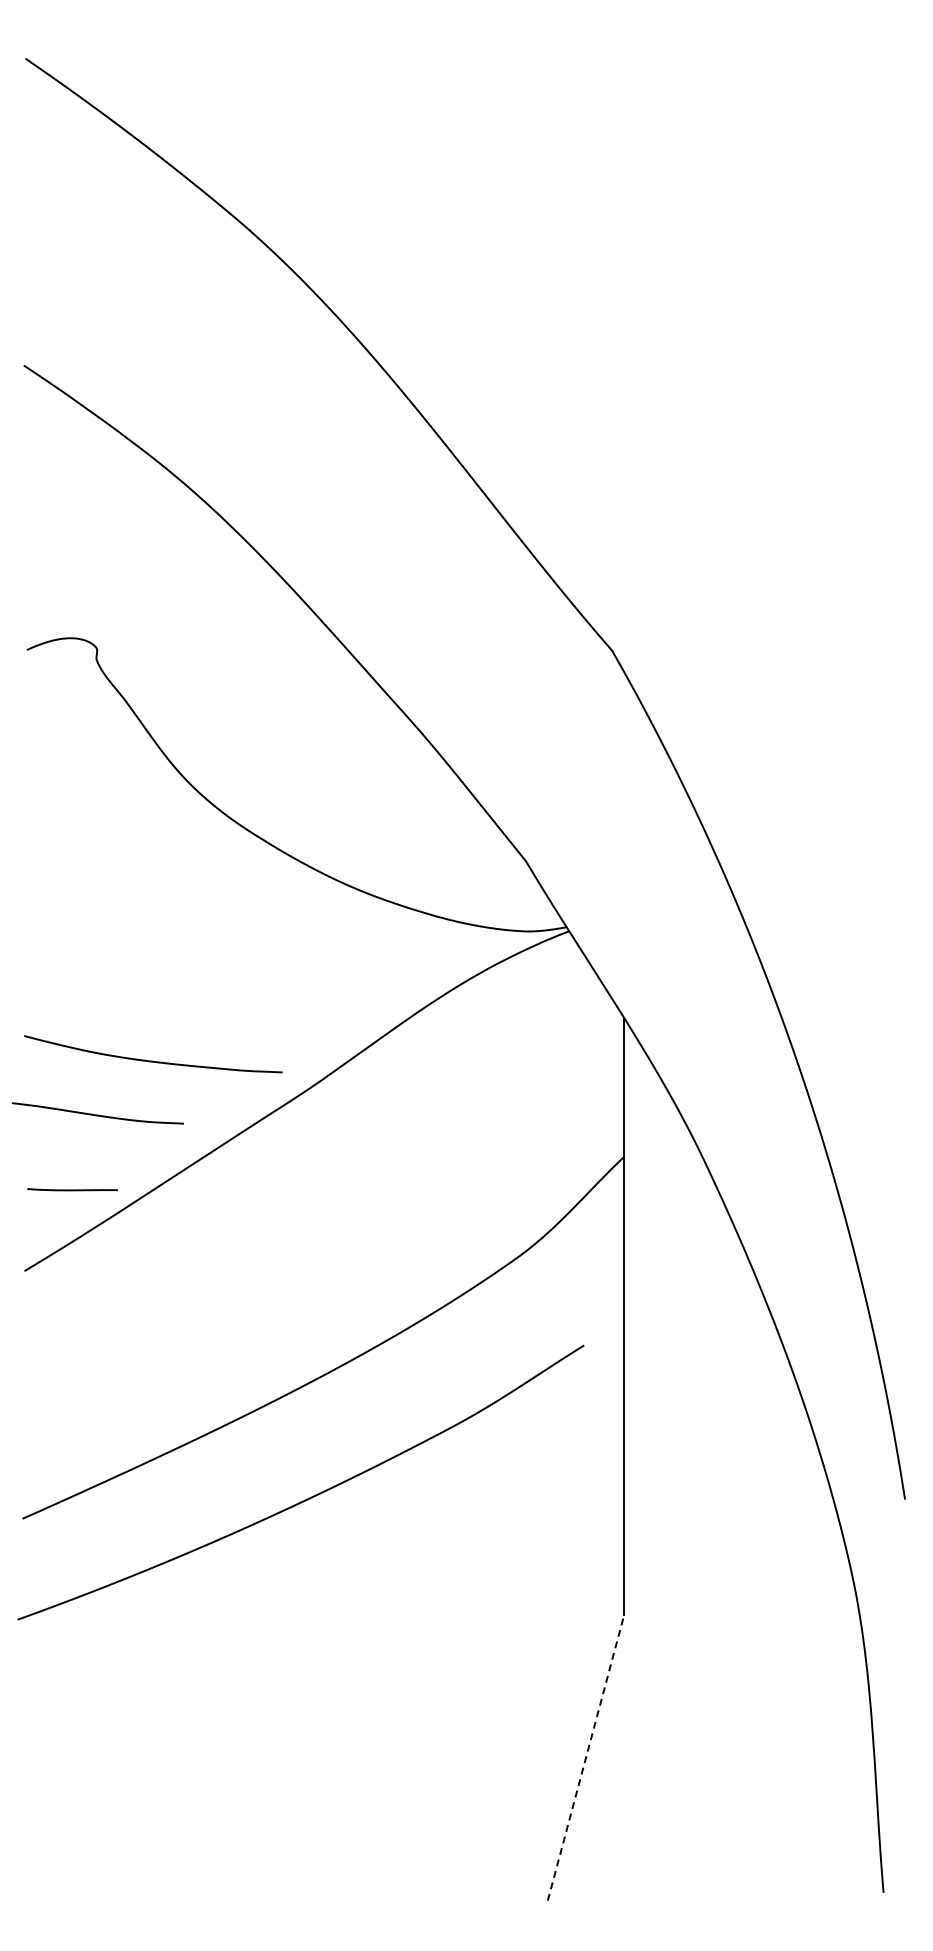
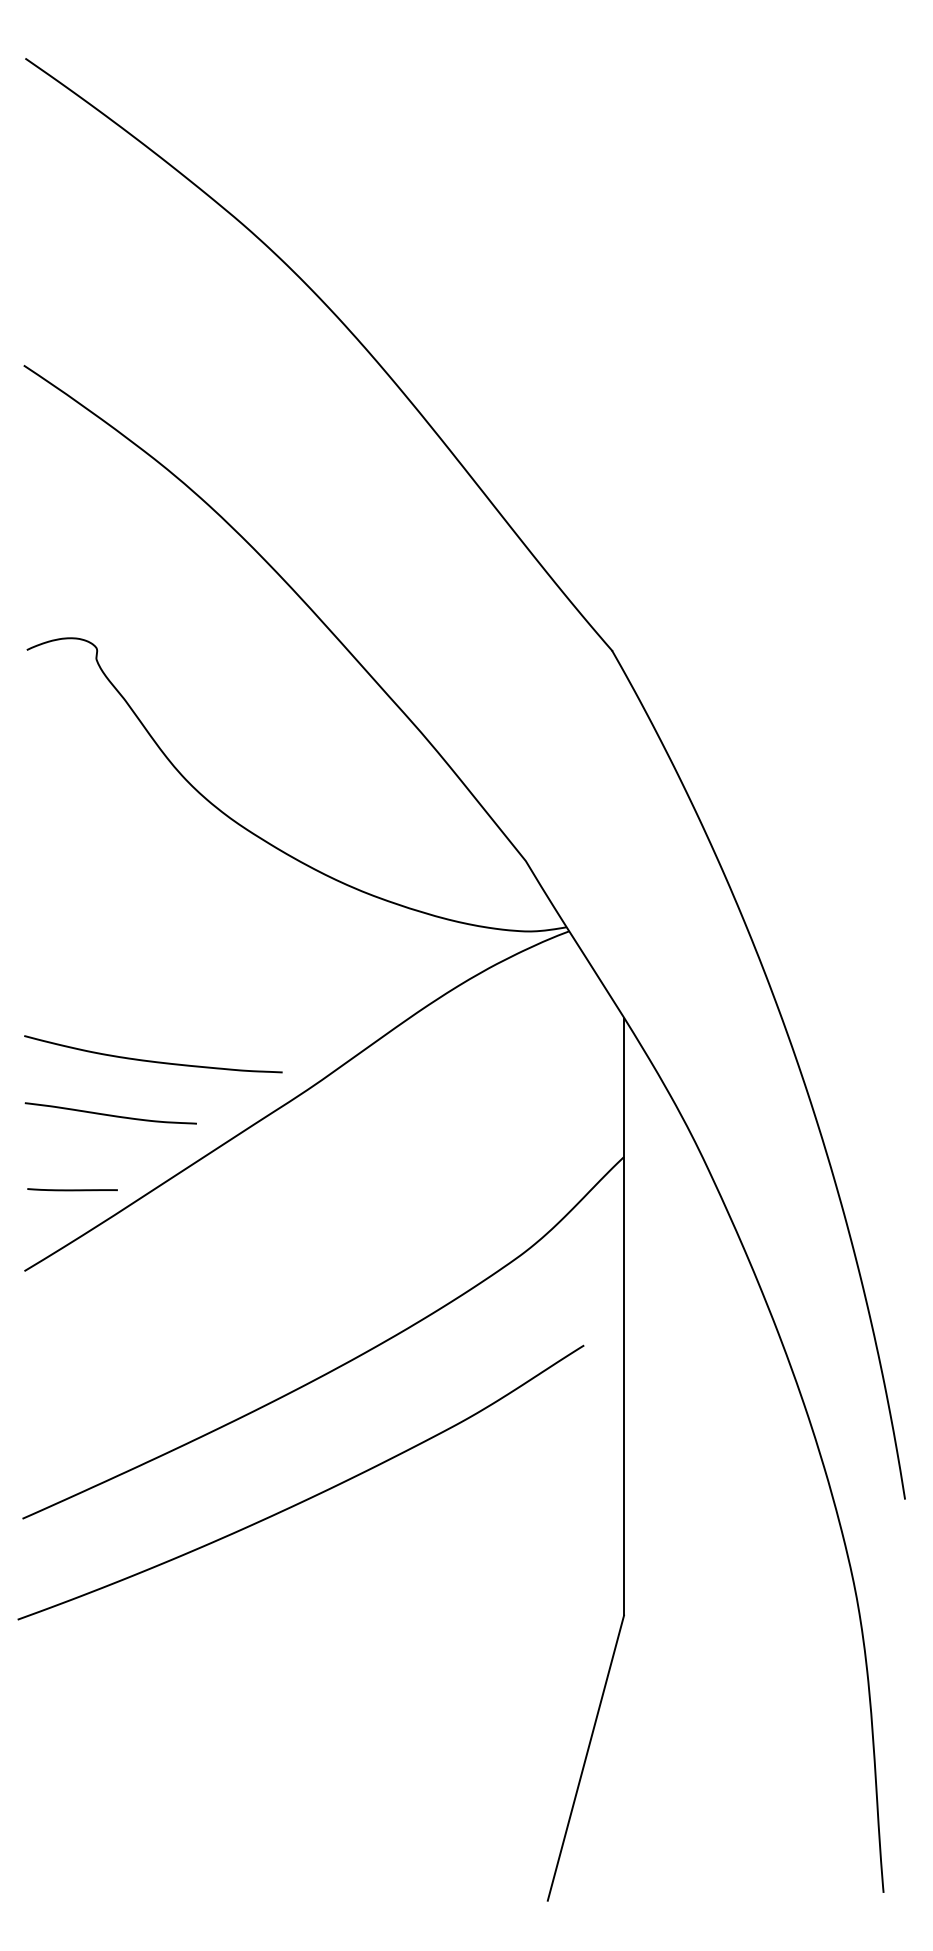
curve at (97, 1114) position: (97, 1114) -> (110, 1114)
line at (585, 1758): dashed -> solid
